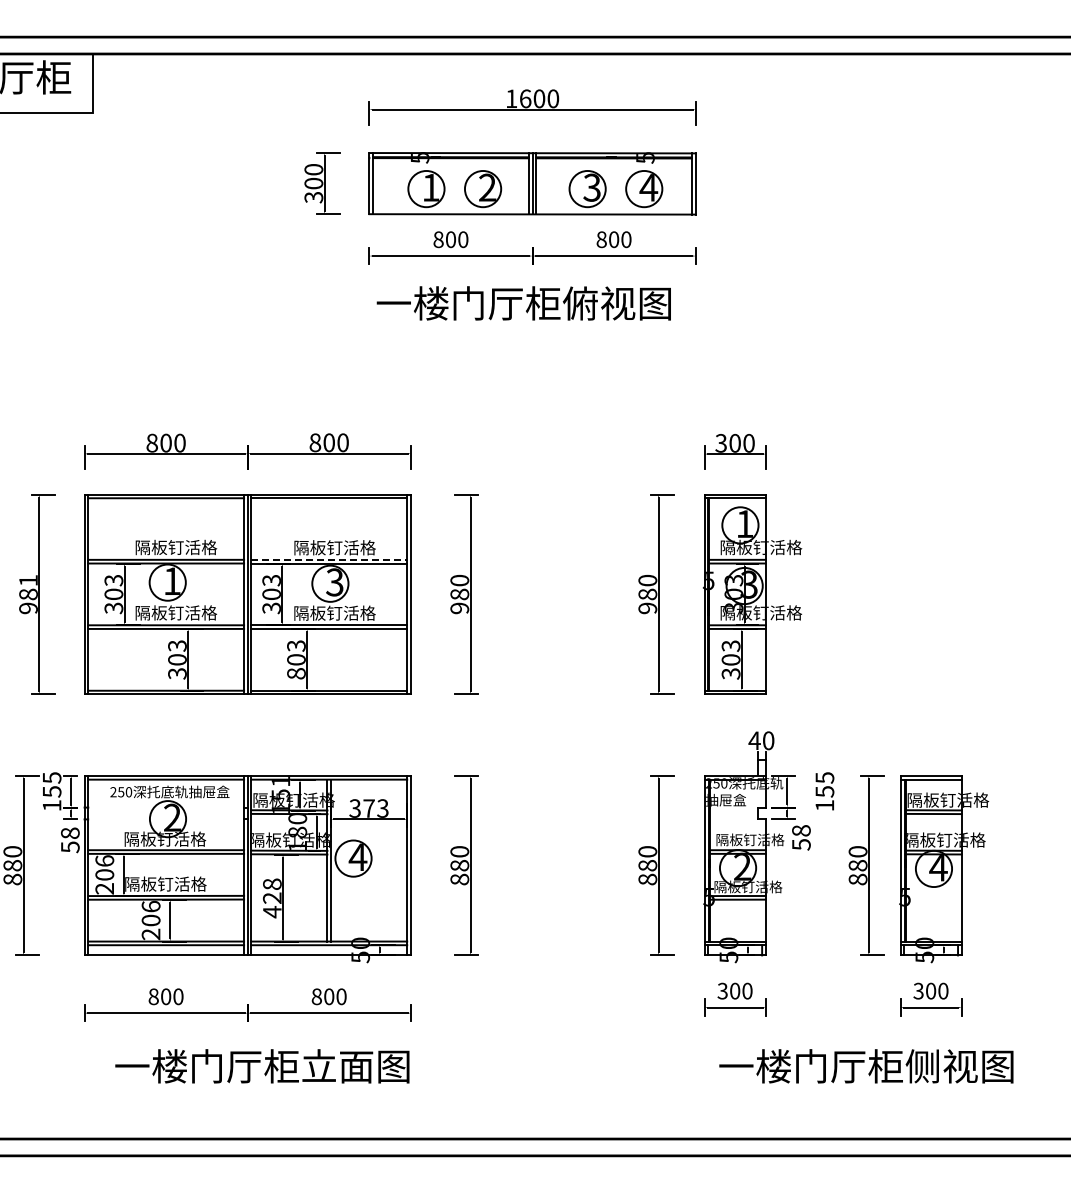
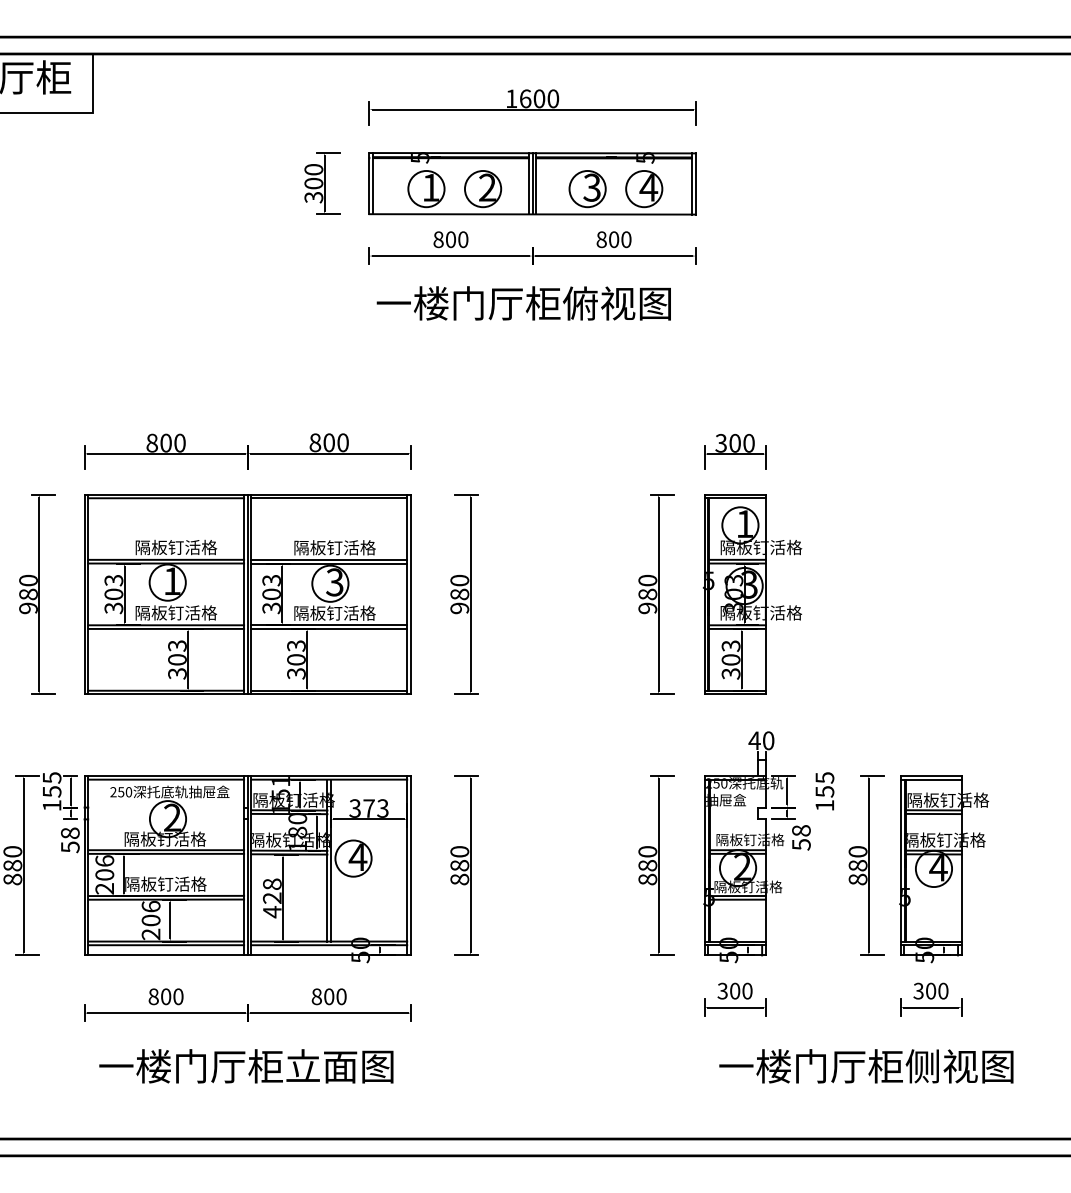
line at (329, 559): dashed -> solid
text at (28, 580): 981 -> 980
text at (296, 673): 803 -> 303
text at (262, 1066) position: (262, 1066) -> (246, 1066)
